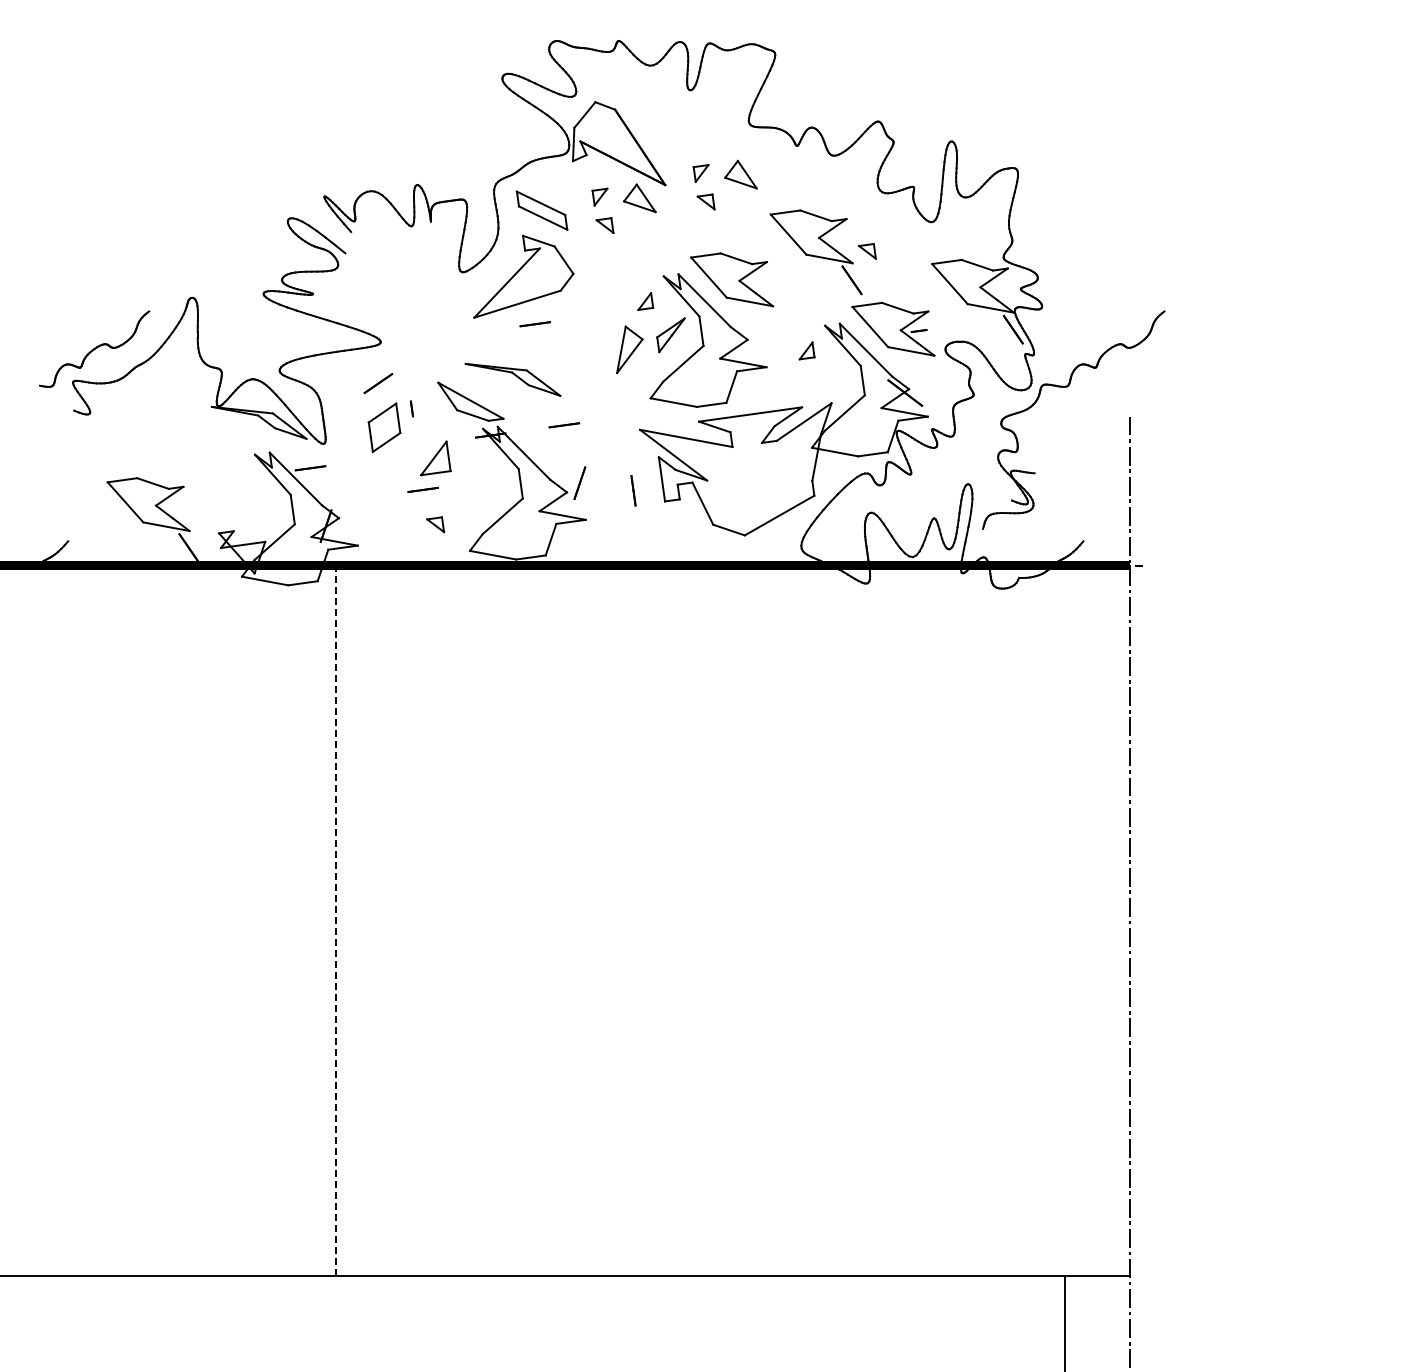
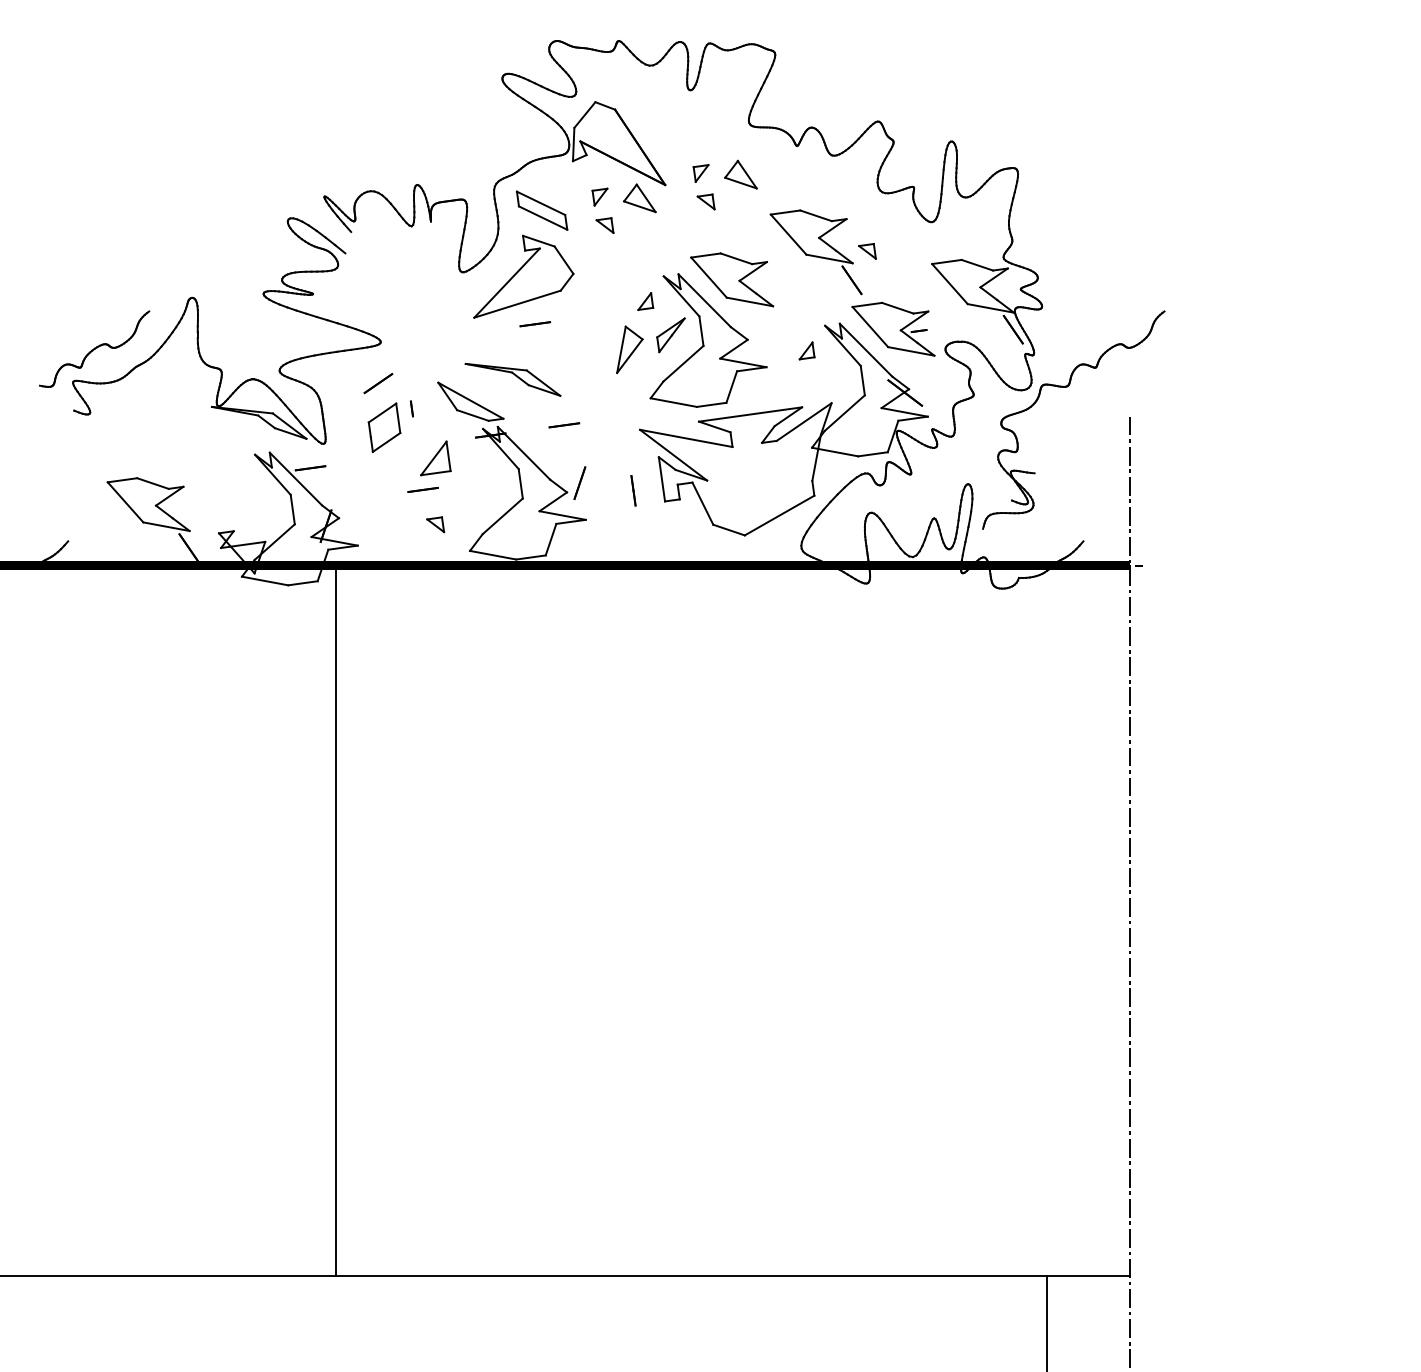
line at (335, 920): dashed -> solid
line at (1064, 1322) position: (1064, 1322) -> (1046, 1322)
